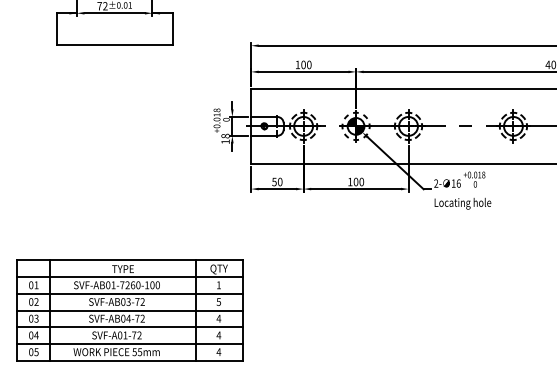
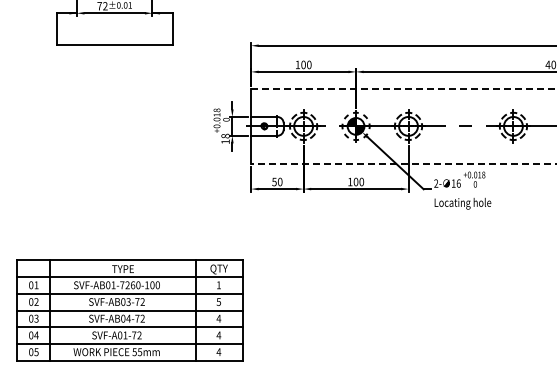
line at (404, 88): solid -> dashed
line at (404, 164): solid -> dashed
